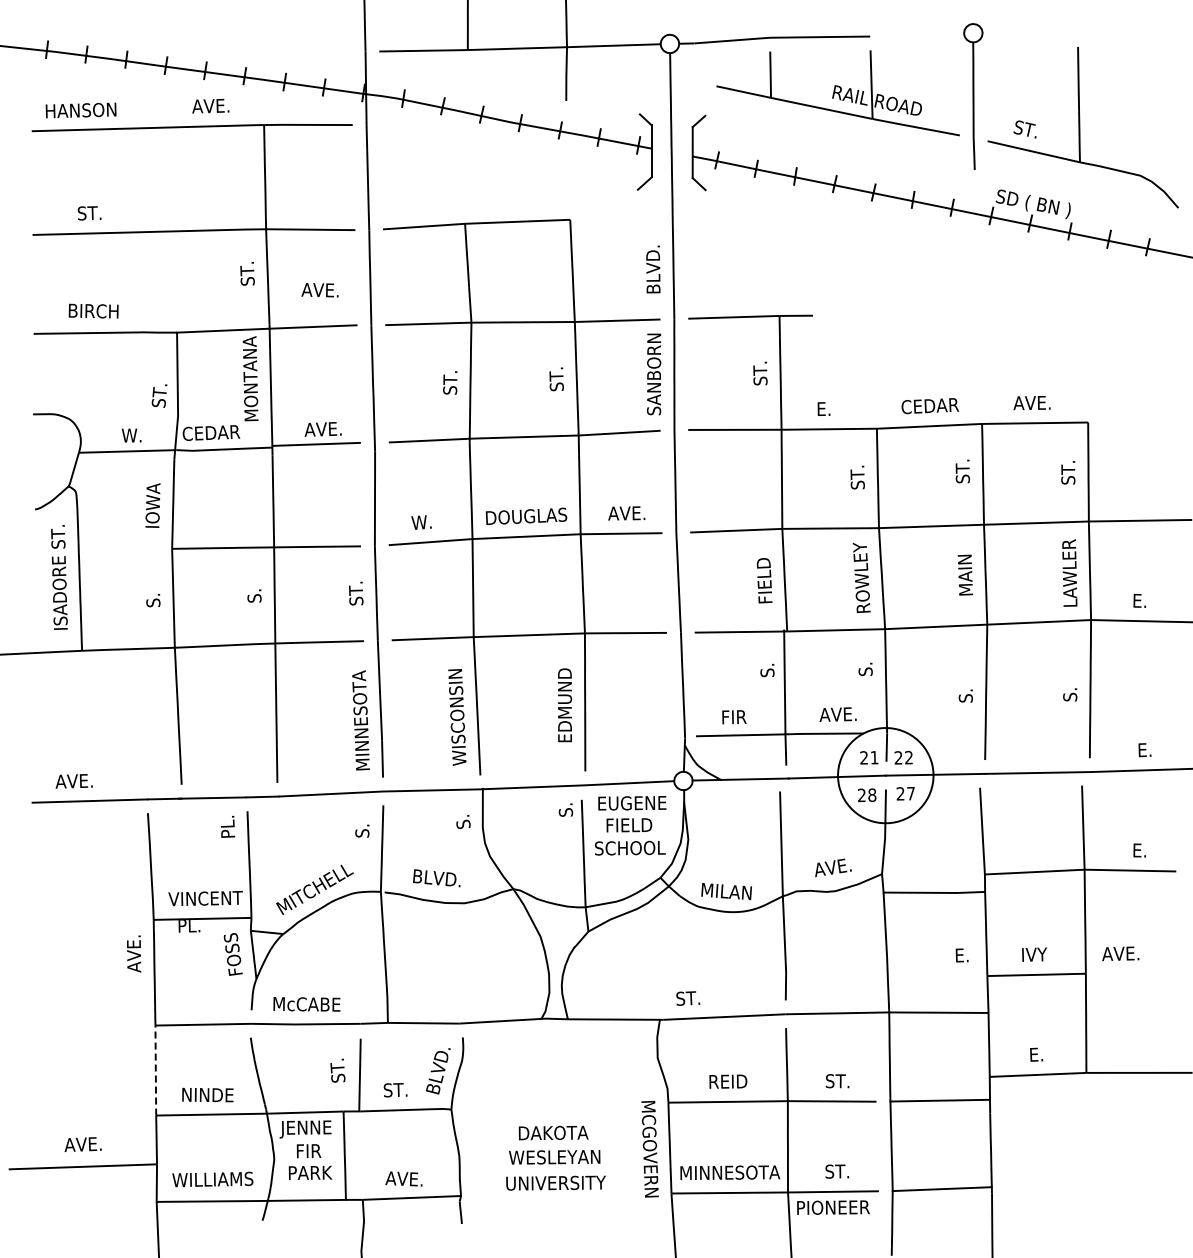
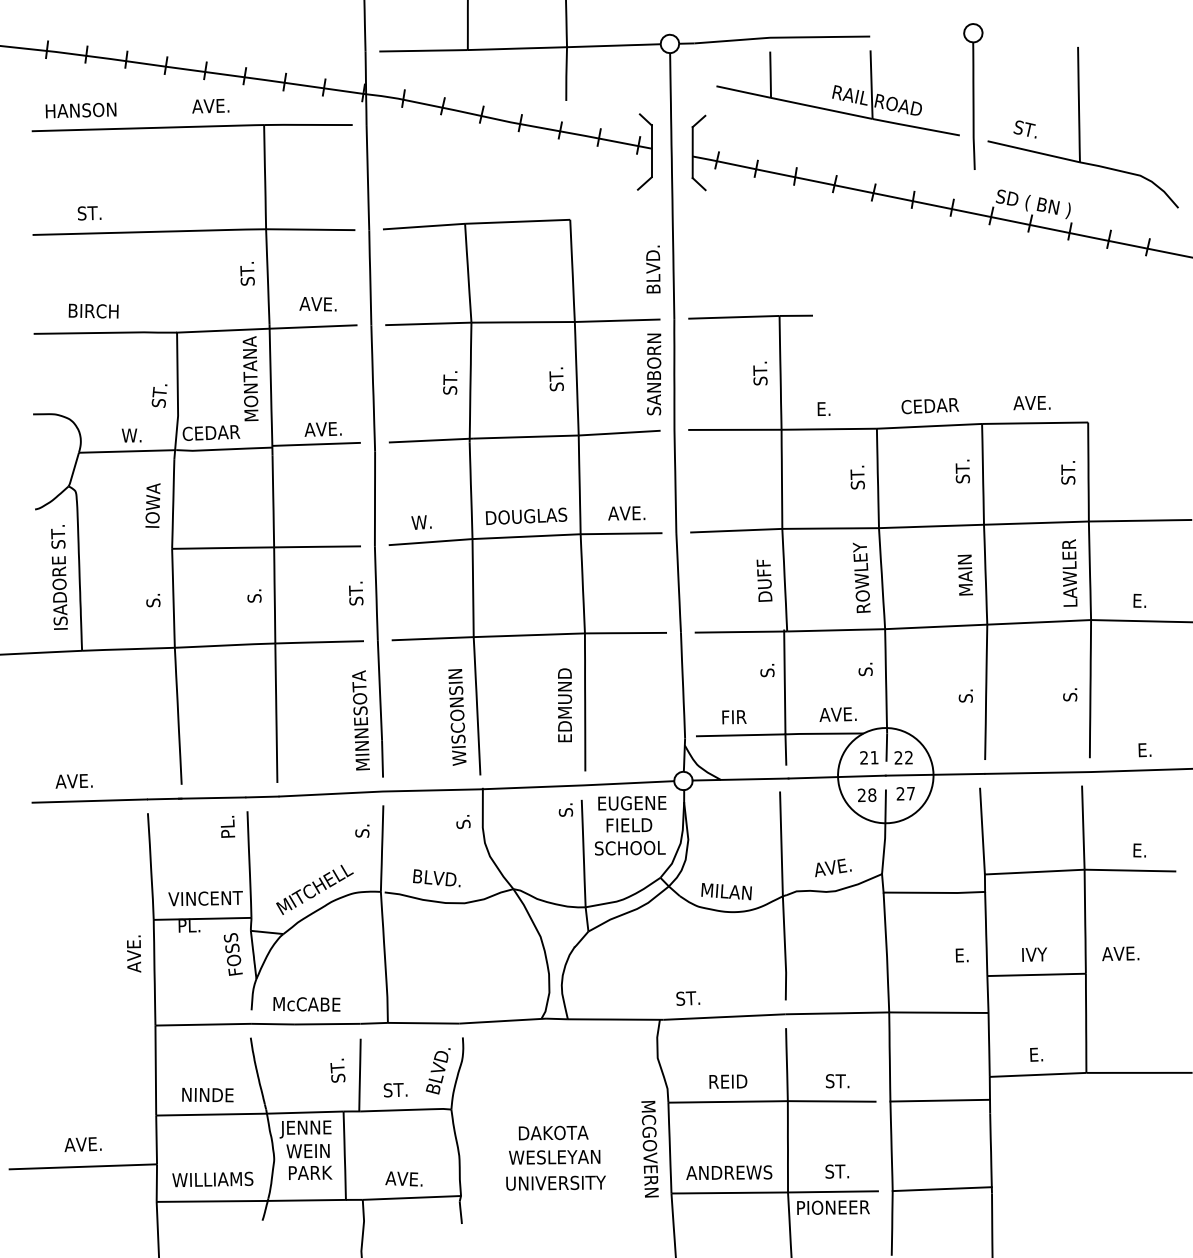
text at (319, 290) position: (319, 290) -> (317, 304)
text at (764, 580): FIELD -> DUFF
line at (155, 1070): dashed -> solid
text at (307, 1151): FIR -> WEIN
text at (730, 1172): MINNESOTA -> ANDREWS
